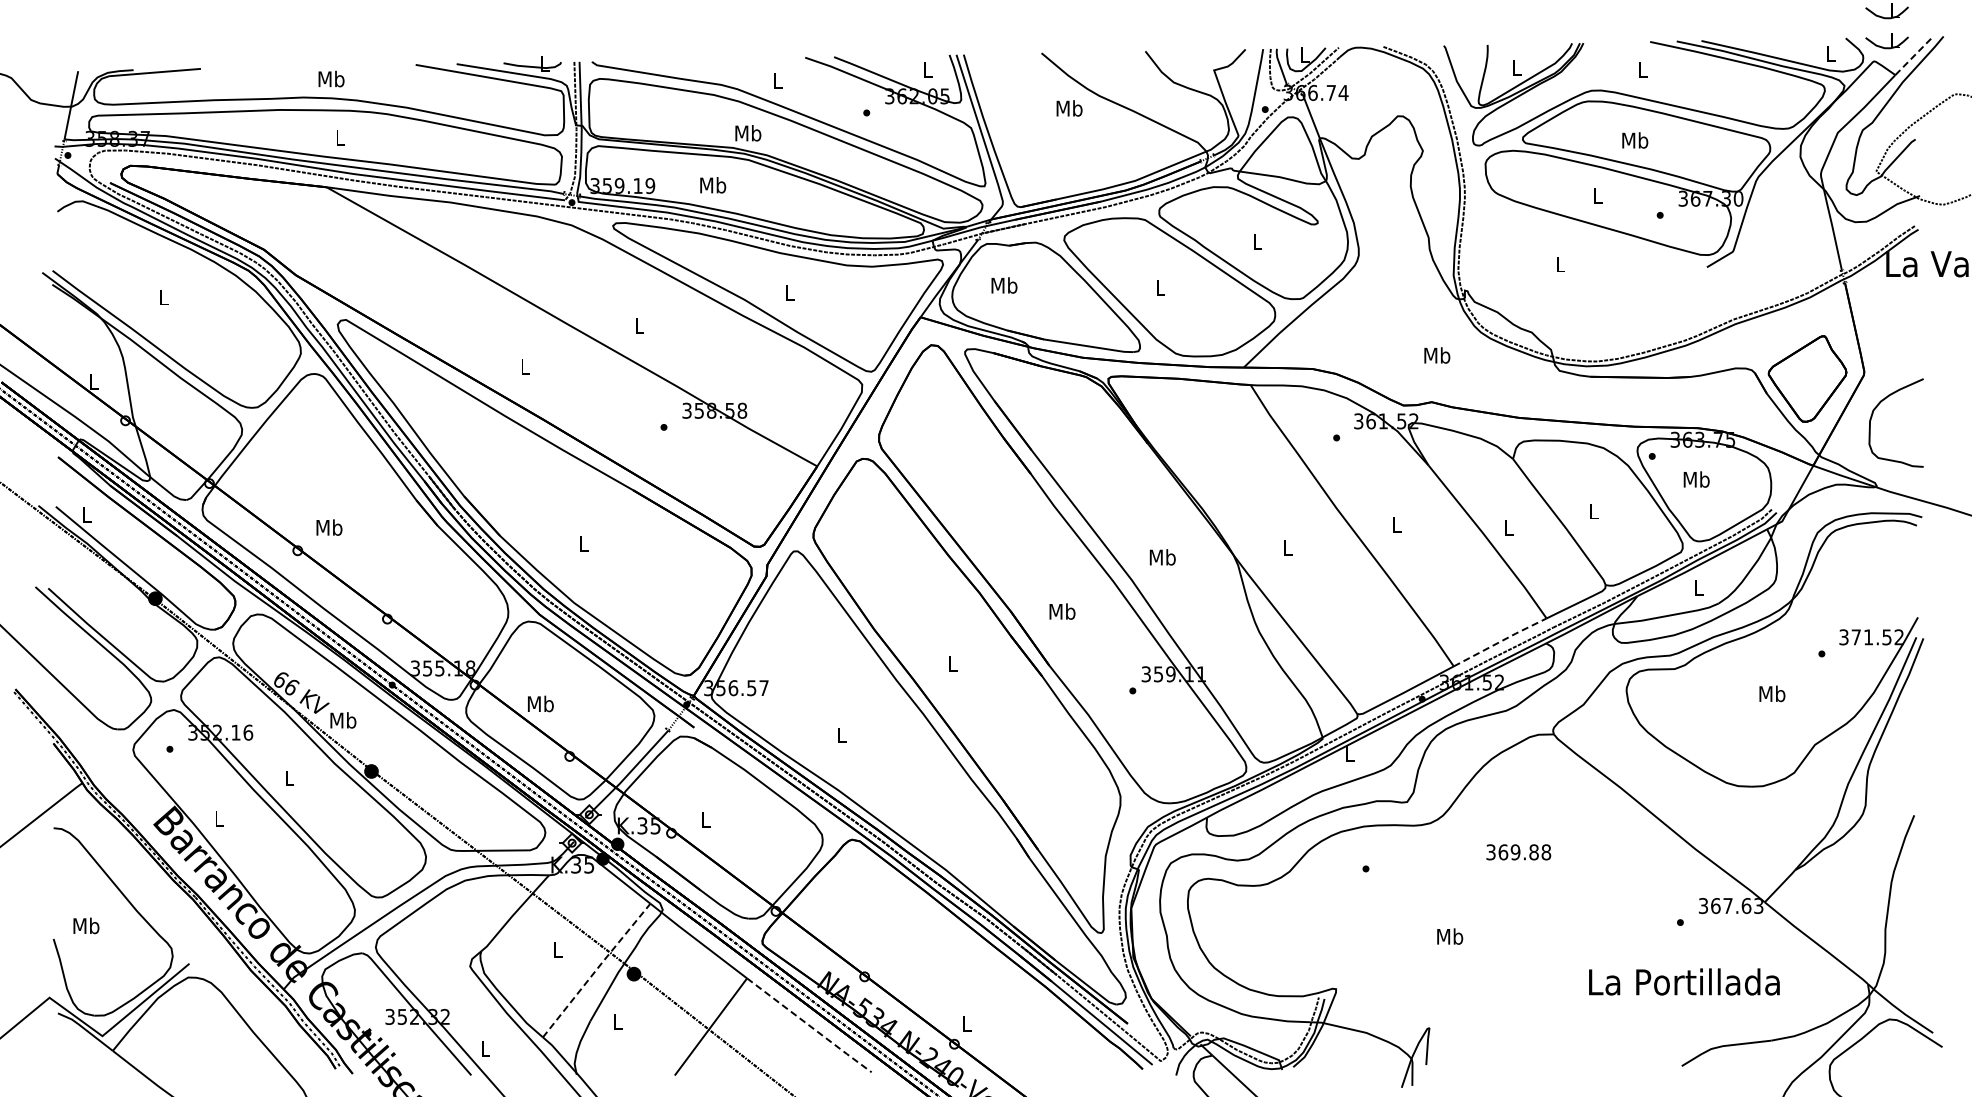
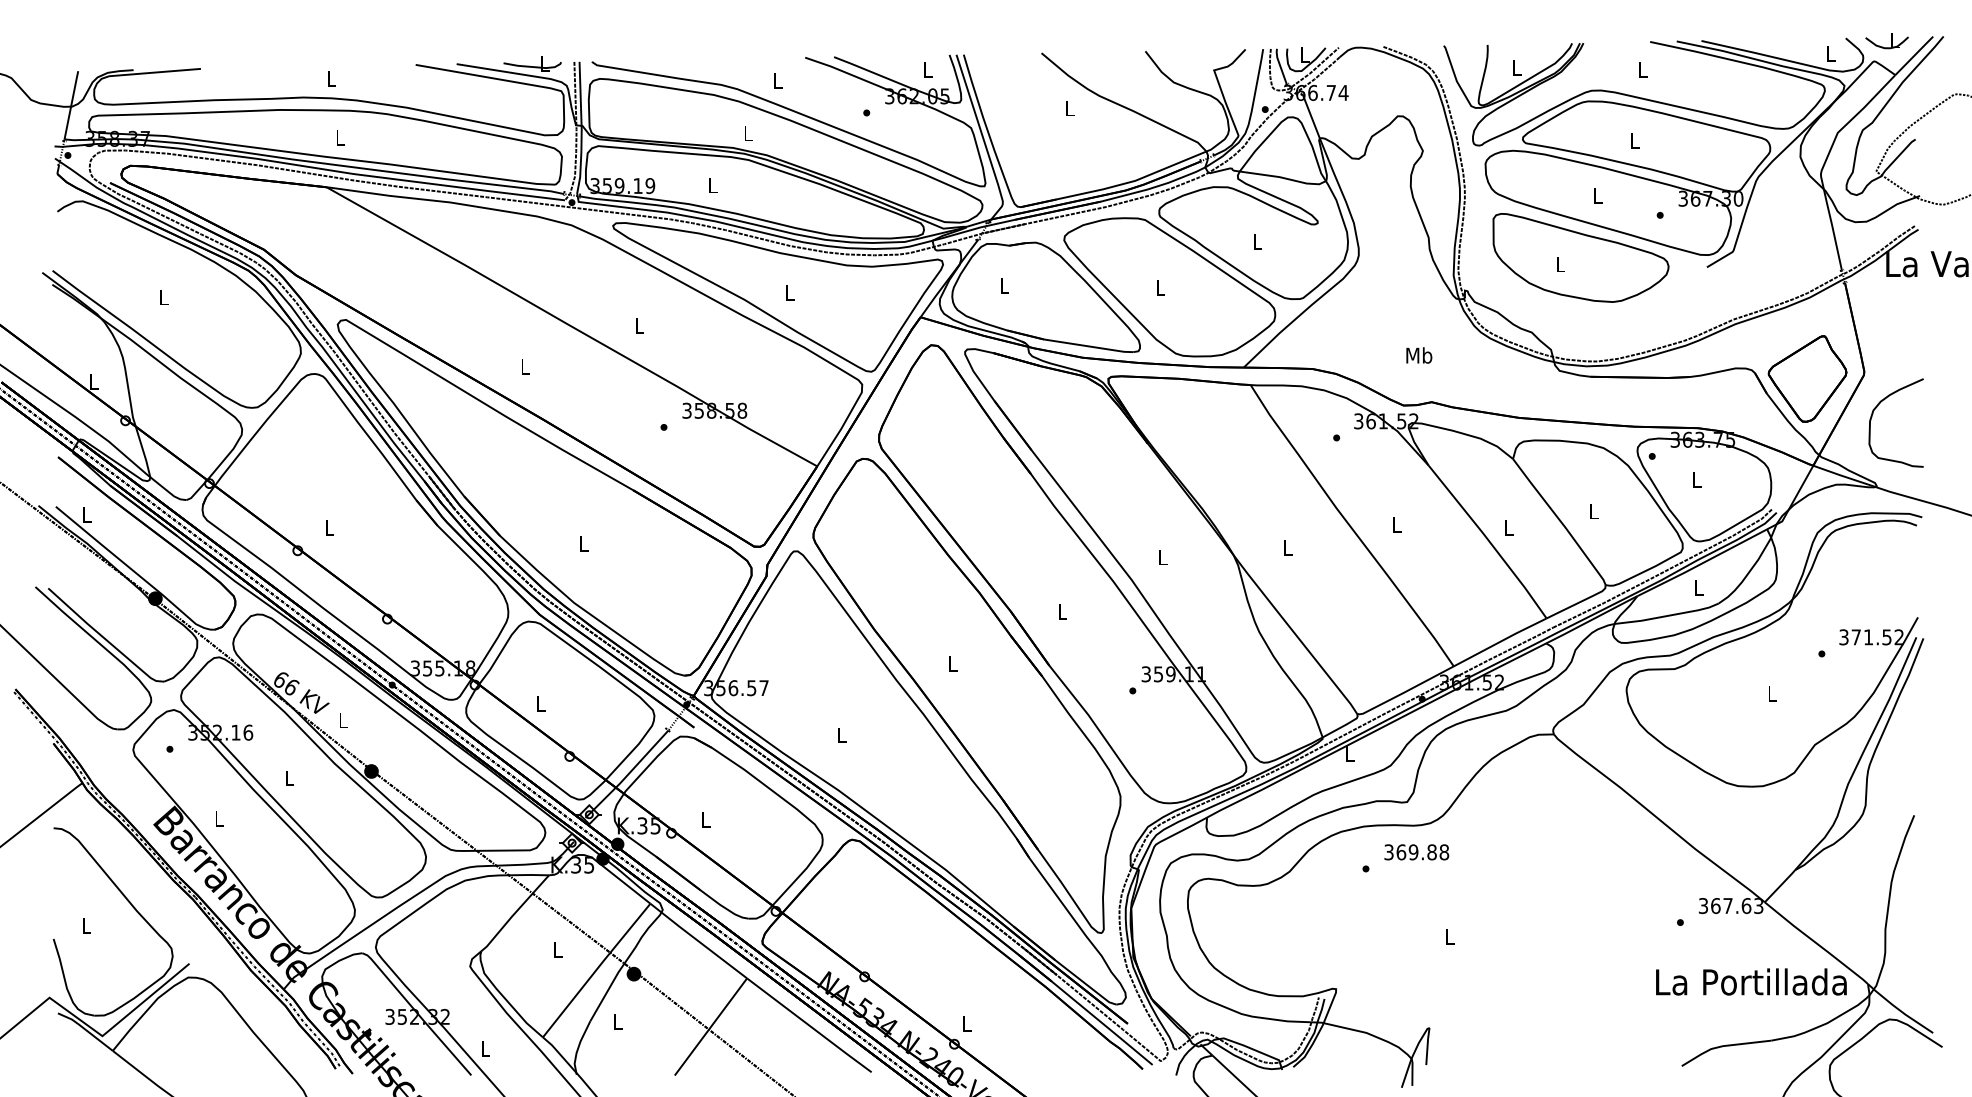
part at (1886, 11): present -> none
line at (1914, 55): dashed -> solid
text at (331, 78): Mb -> L
text at (1069, 108): Mb -> L
text at (748, 133): Mb -> L
text at (1635, 140): Mb -> L
text at (713, 185): Mb -> L
part at (1580, 257): none -> present
text at (1004, 285): Mb -> L
text at (1437, 355) position: (1437, 355) -> (1419, 355)
text at (1696, 479): Mb -> L
text at (329, 527): Mb -> L
text at (1162, 557): Mb -> L
text at (1062, 611): Mb -> L
line at (1501, 641): dashed -> solid
text at (1772, 693): Mb -> L
text at (540, 703): Mb -> L
text at (343, 720): Mb -> L
text at (1518, 852) position: (1518, 852) -> (1416, 852)
text at (86, 925): Mb -> L
text at (1450, 936): Mb -> L
line at (596, 969): dashed -> solid
text at (1684, 981) position: (1684, 981) -> (1751, 981)
line at (809, 1025): dashed -> solid
